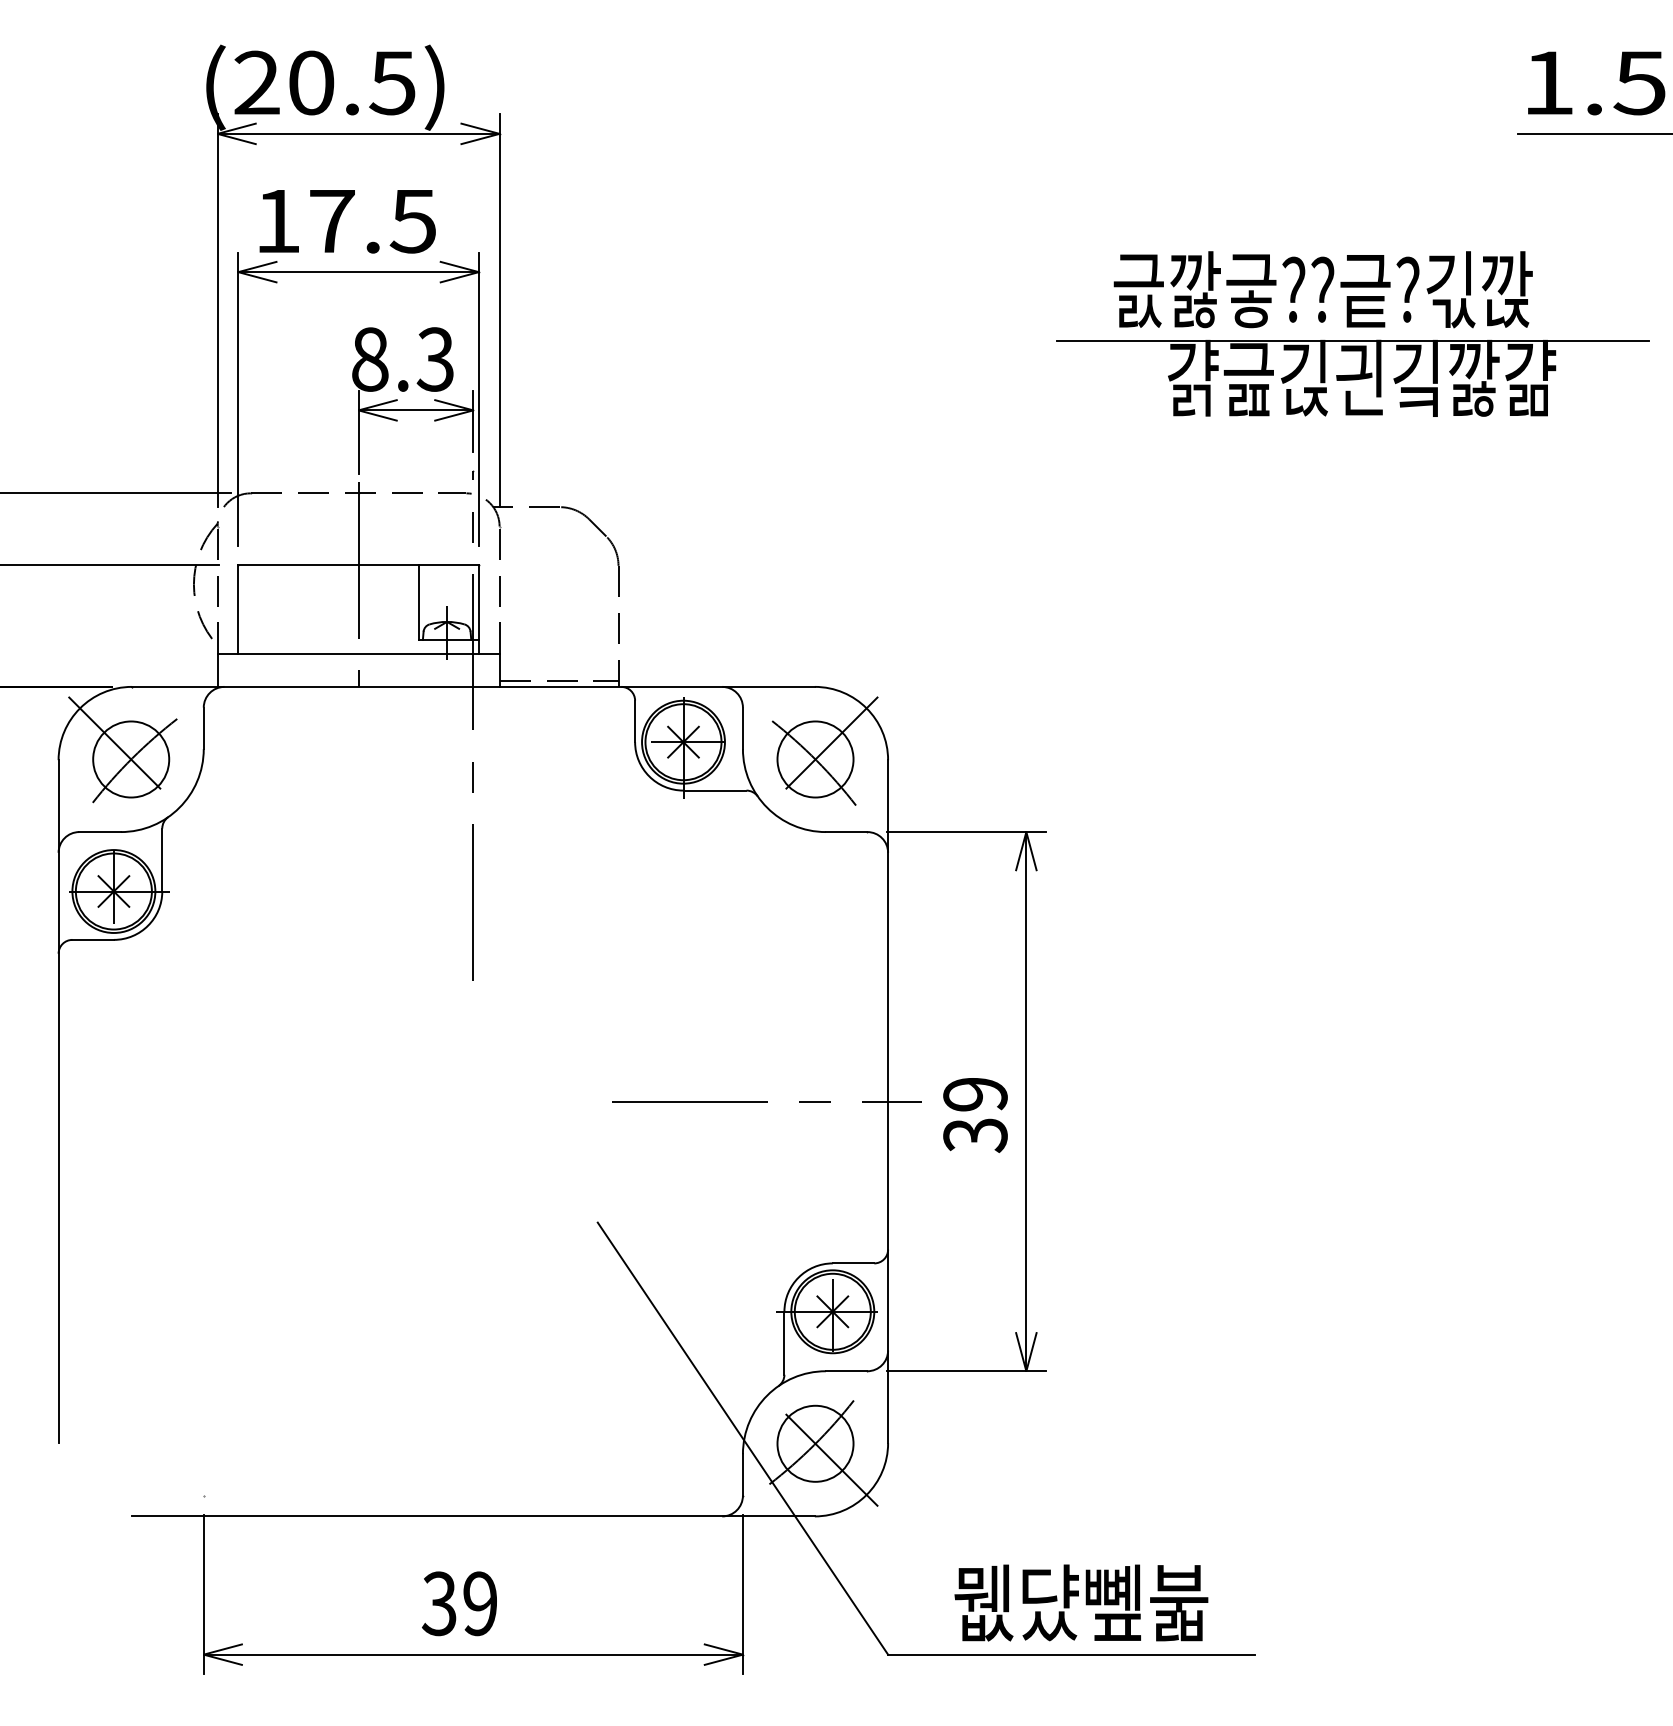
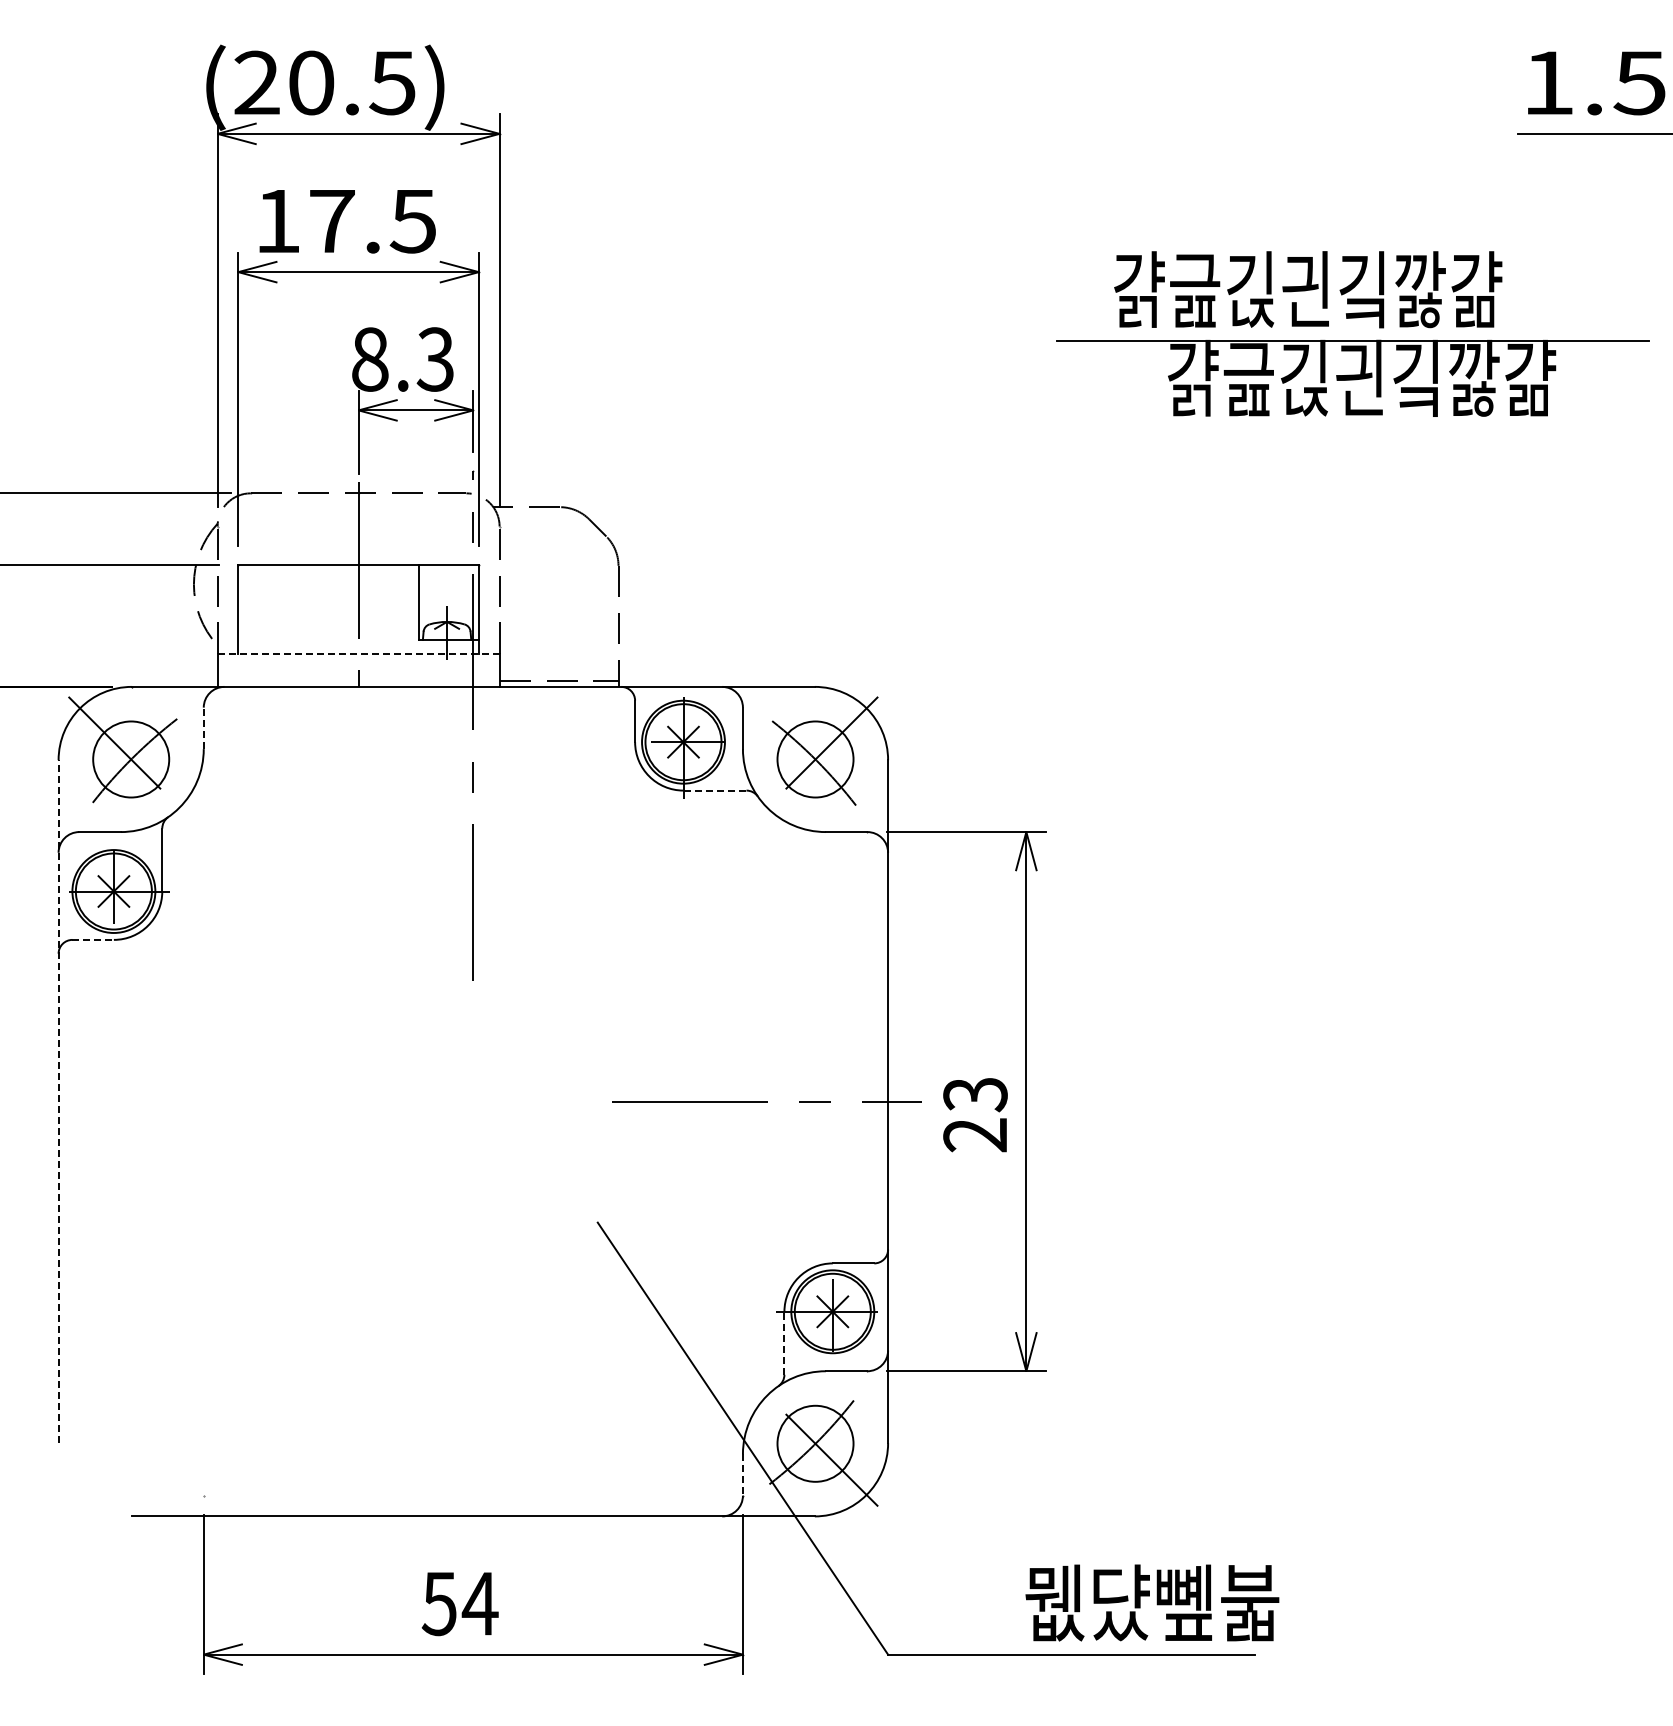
text at (1322, 289): 긄깛긓??긑?긳깑 -> 걁긆긵긘깈깛걂
line at (359, 653): solid -> dashed
line at (203, 728): solid -> dashed
line at (714, 790): solid -> dashed
line at (93, 939): solid -> dashed
line at (58, 1101): solid -> dashed
text at (975, 1115): 39 -> 23
line at (784, 1342): solid -> dashed
line at (742, 1474): solid -> dashed
text at (1081, 1602) position: (1081, 1602) -> (1152, 1602)
text at (460, 1603): 39 -> 54
